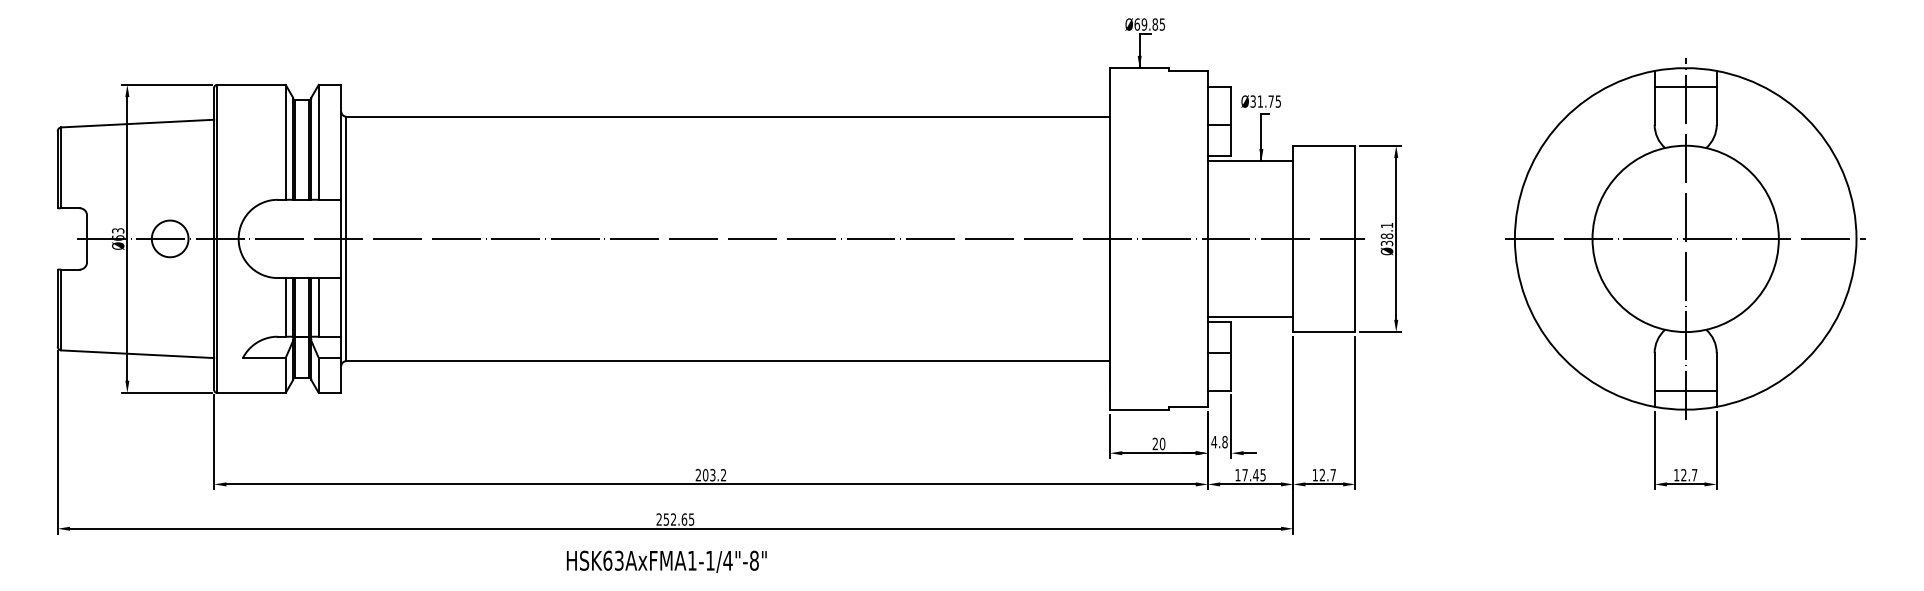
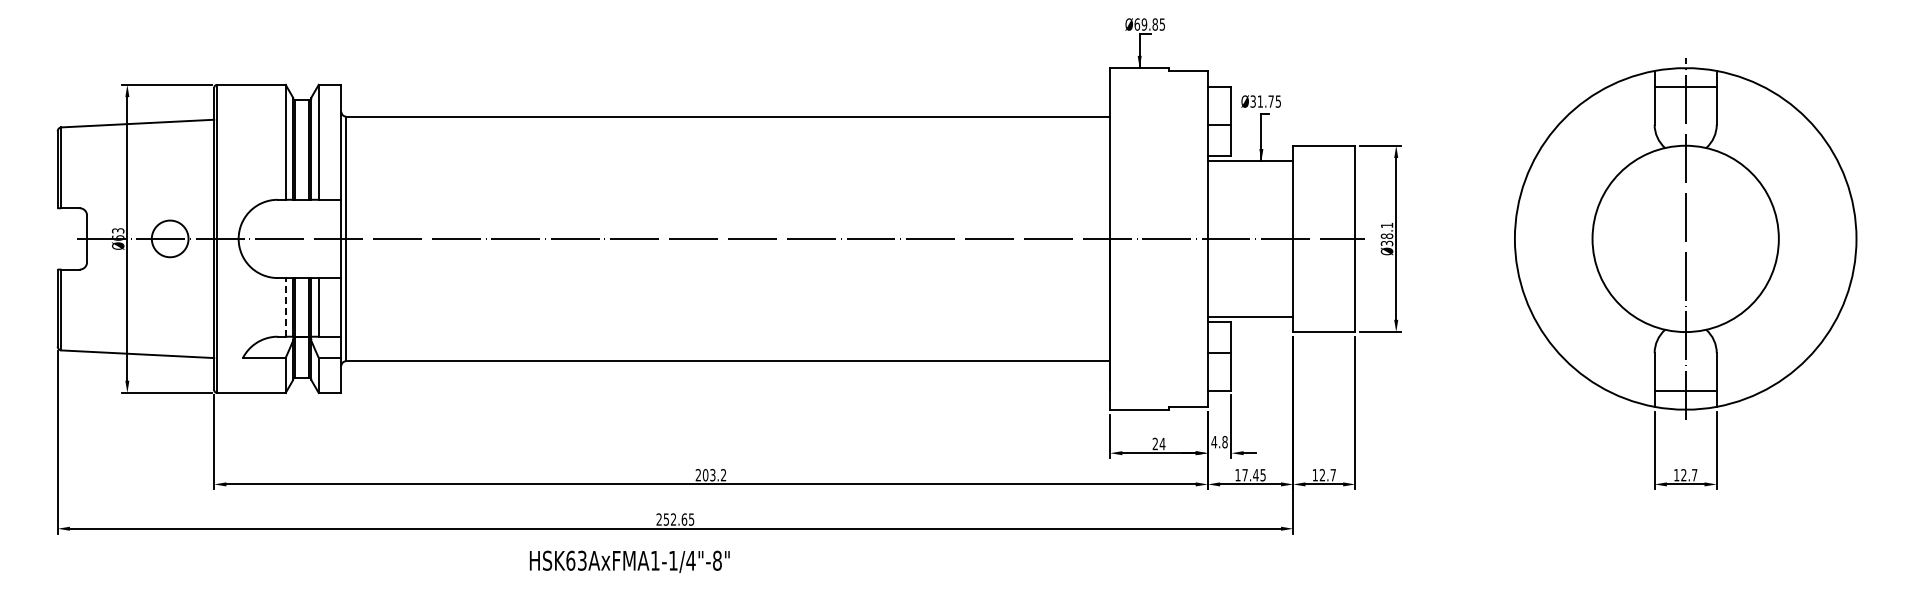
line at (1685, 238): present -> none
line at (285, 306): solid -> dashed
text at (1162, 443): 20 -> 24
text at (666, 561) position: (666, 561) -> (629, 561)
